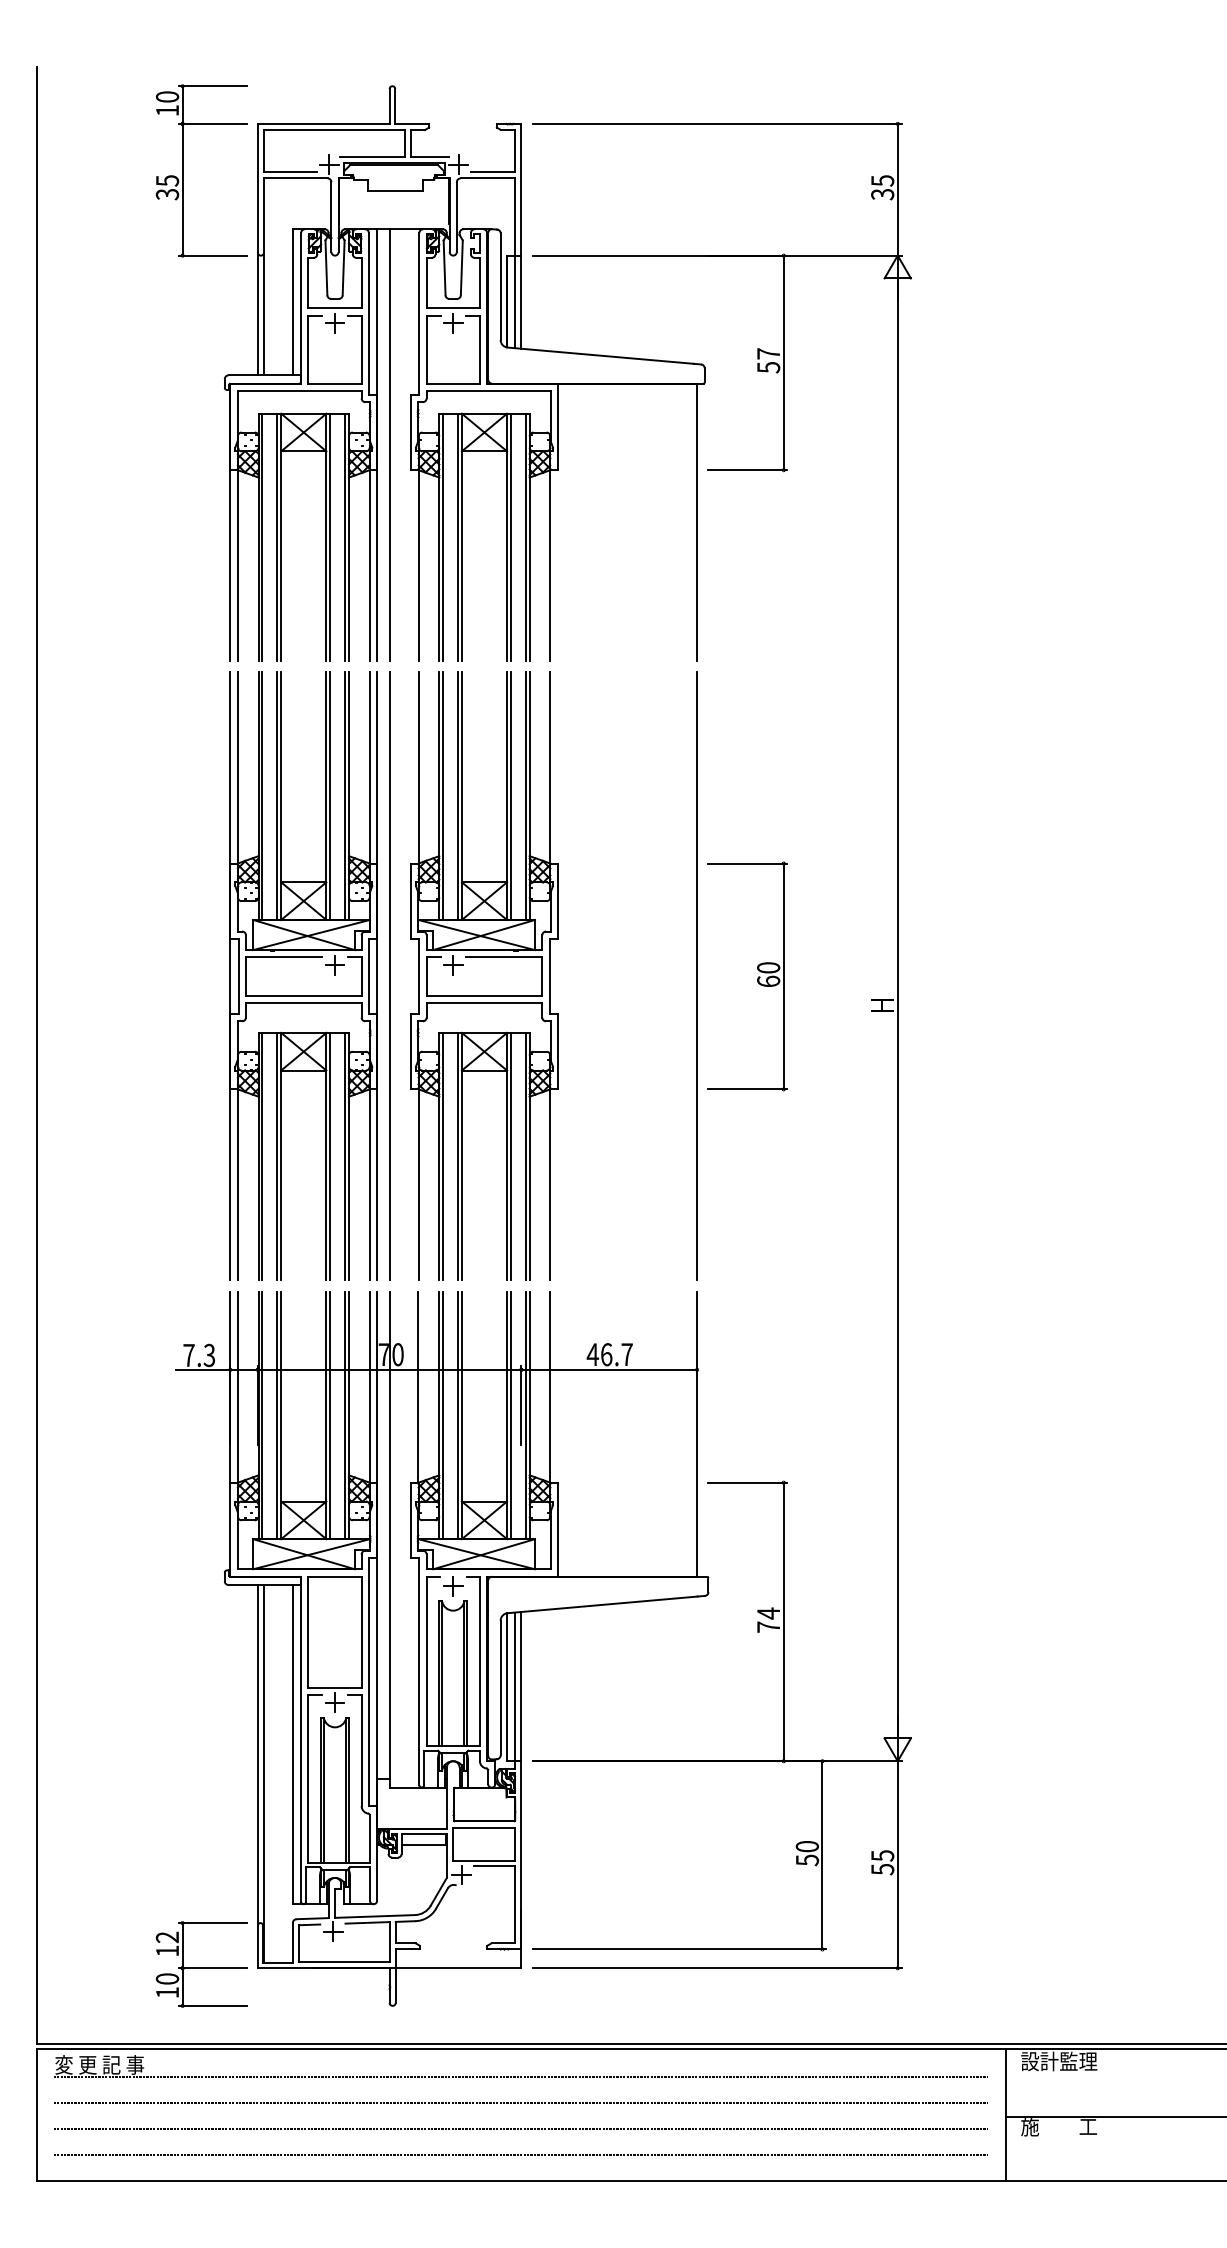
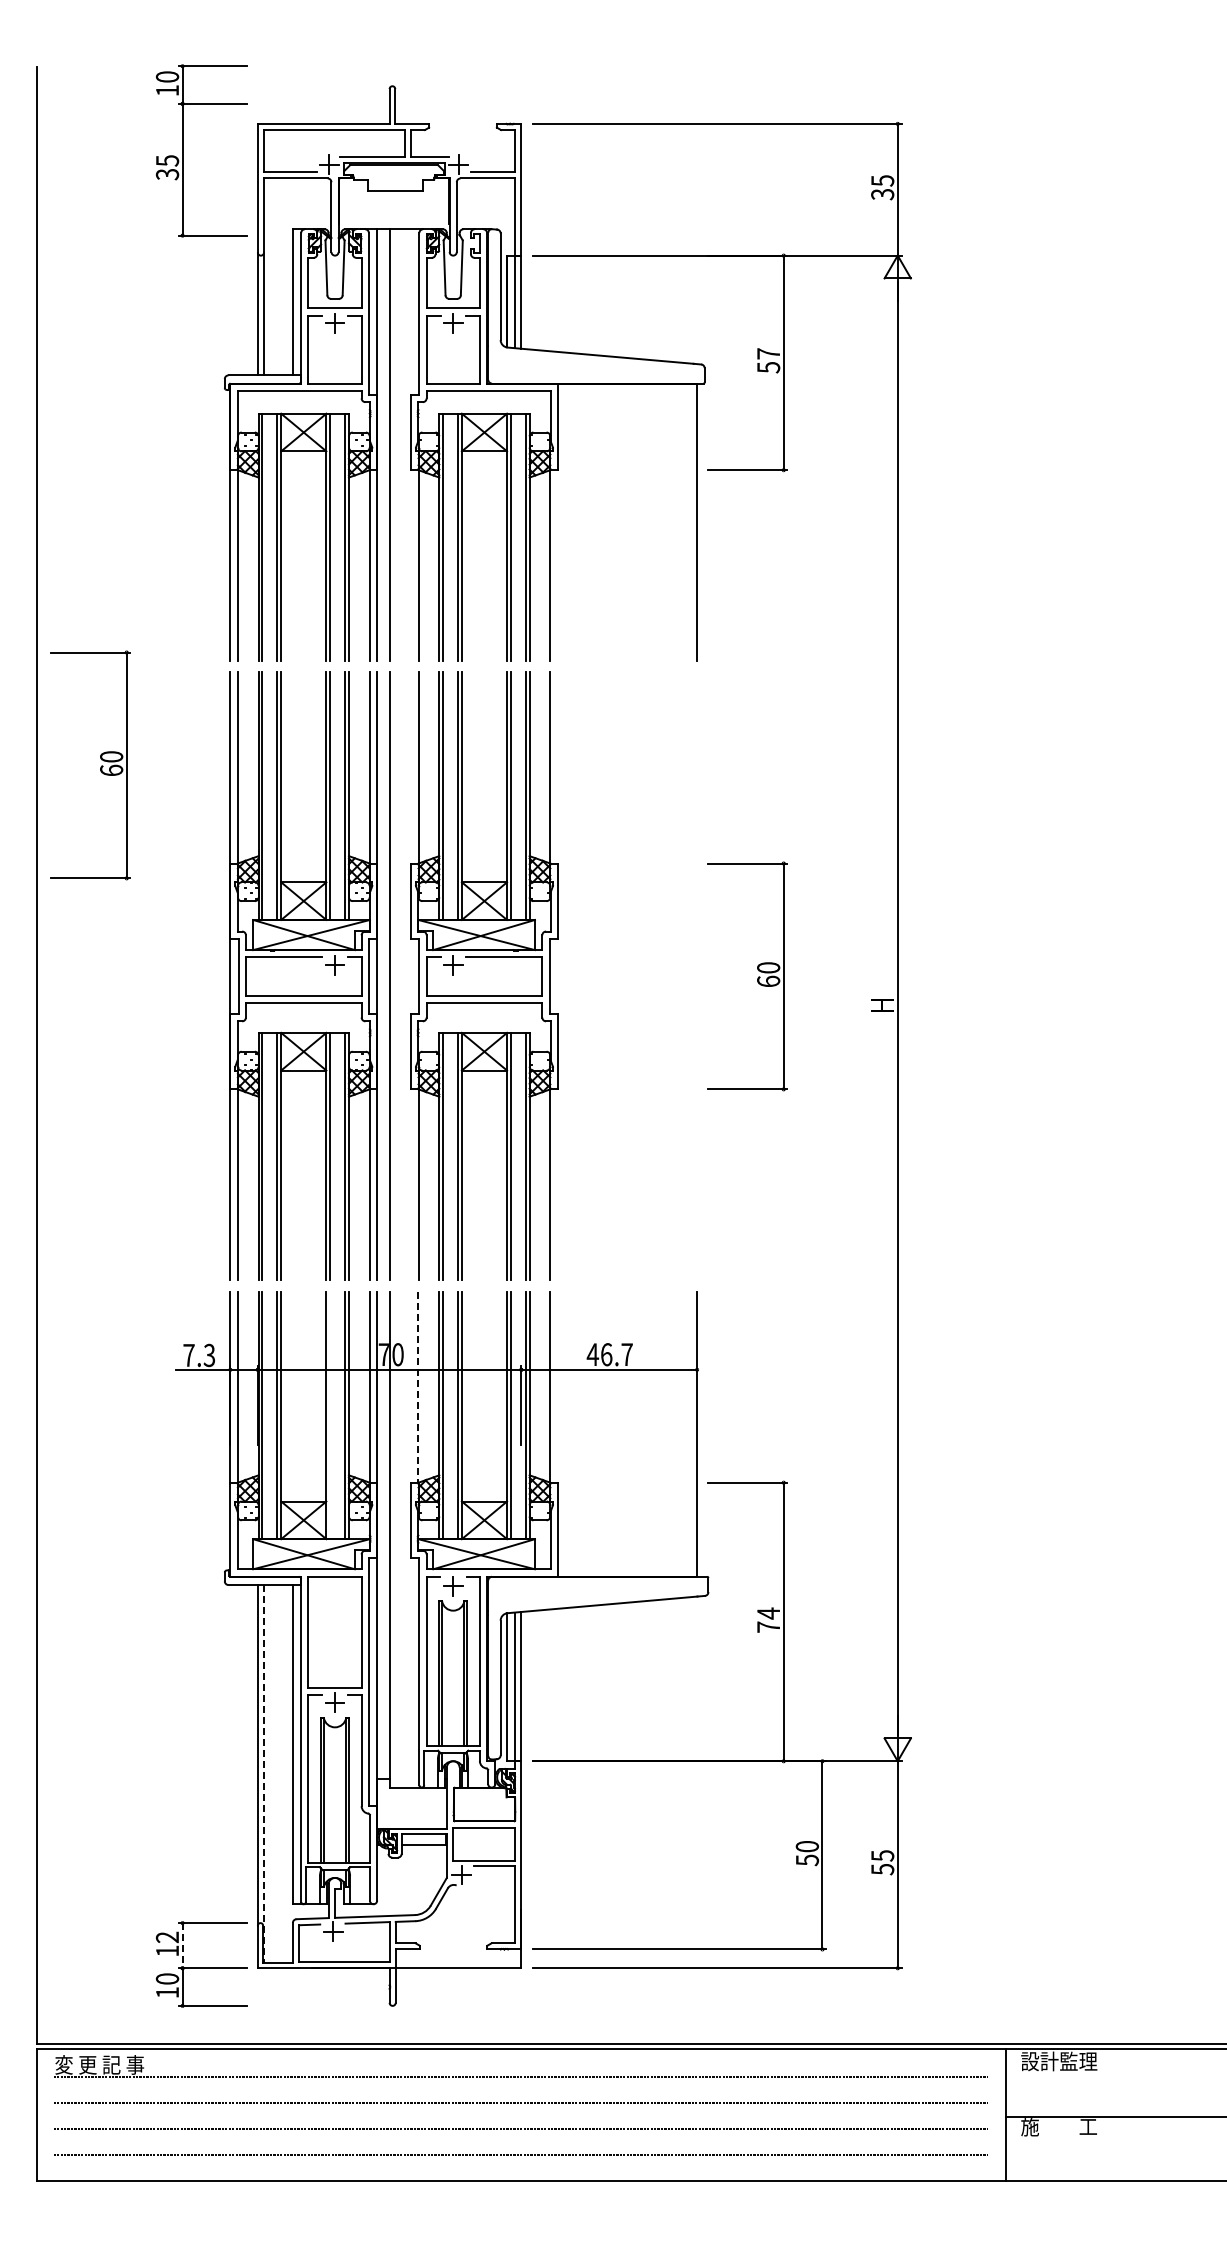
part at (183, 170) position: (183, 170) -> (183, 150)
part at (100, 767): none -> present
line at (696, 976): present -> none
line at (418, 1387): solid -> dashed
line at (330, 1415): present -> none
line at (264, 1774): solid -> dashed
line at (182, 1945): solid -> dashed
